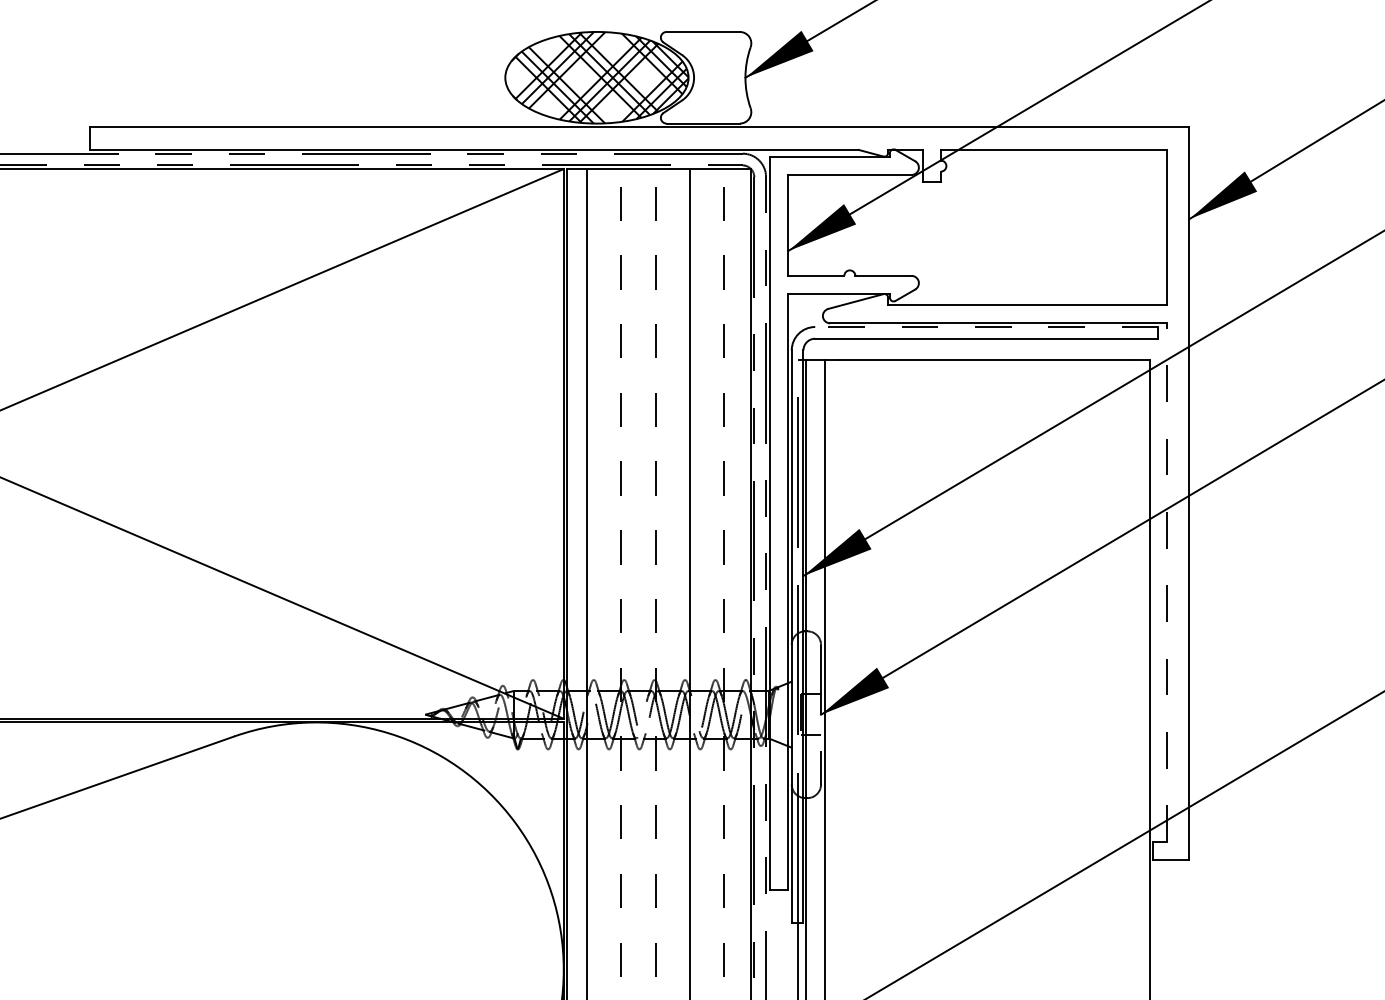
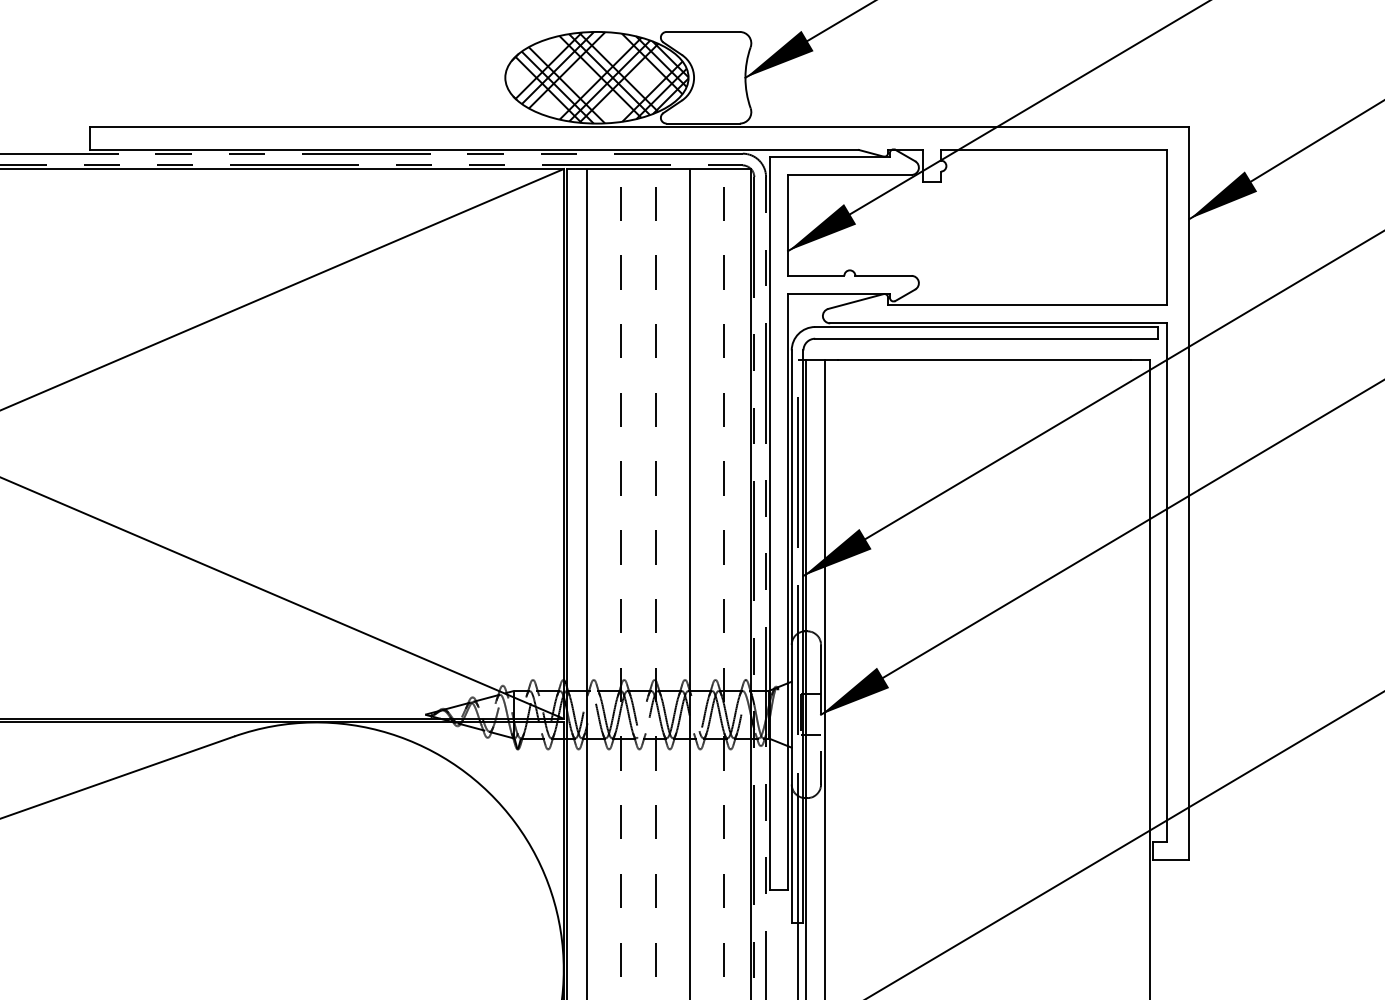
line at (986, 327): dashed -> solid
line at (1166, 582): dashed -> solid
